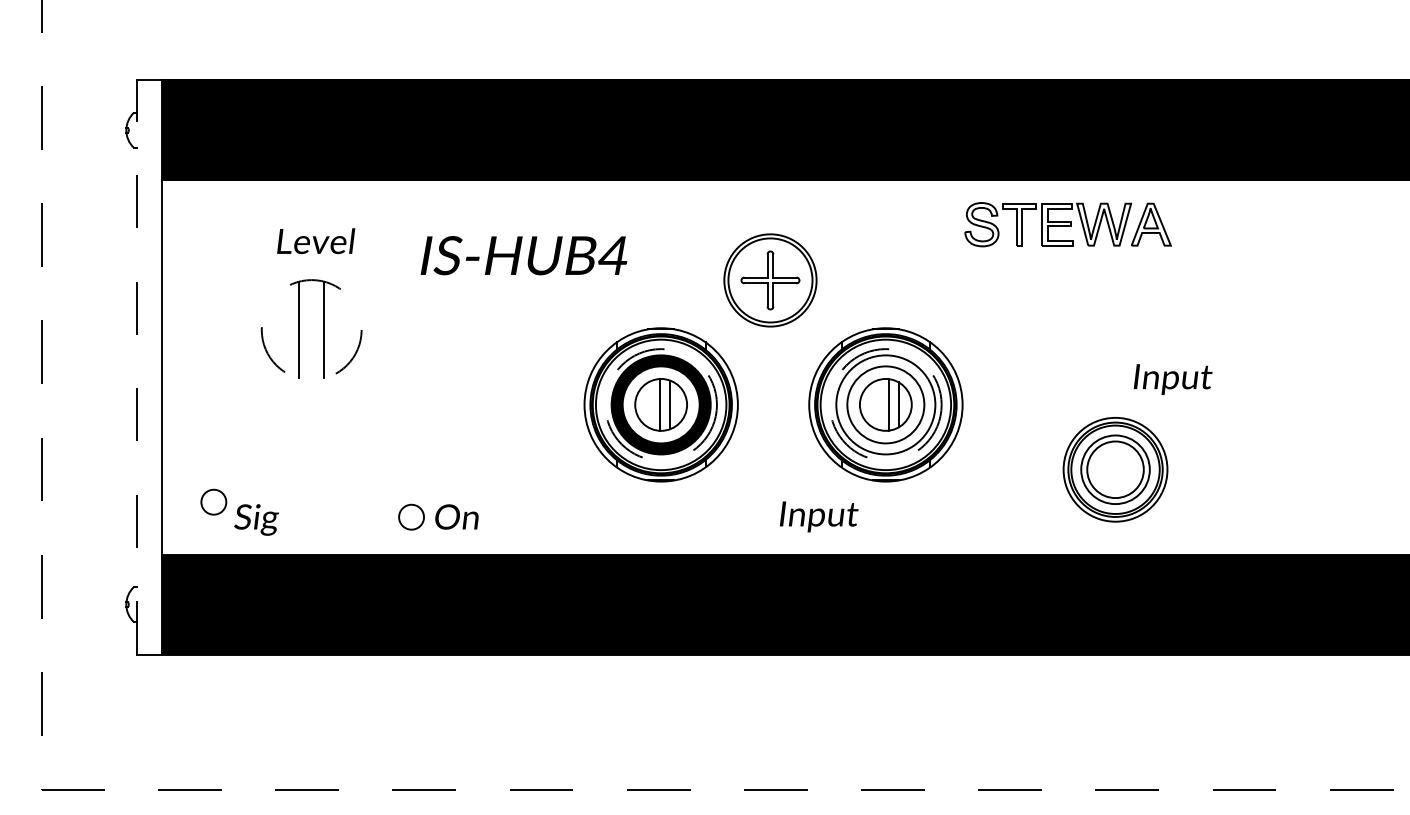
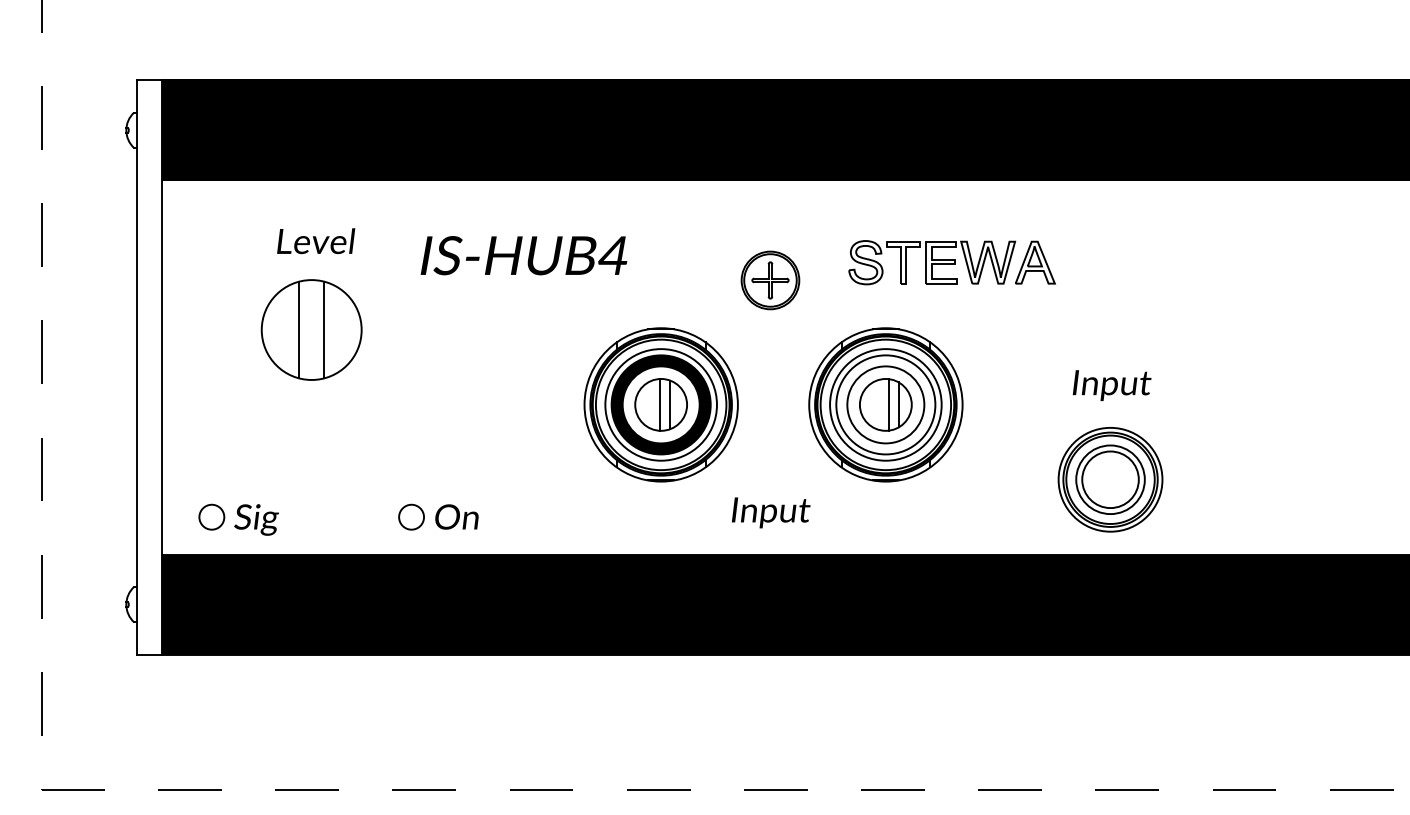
part at (1067, 224) position: (1067, 224) -> (951, 262)
part at (770, 280) size: 95x95 px -> 61x61 px
circle at (311, 329): dashed -> solid
line at (136, 366): dashed -> solid
text at (1172, 379) position: (1172, 379) -> (1111, 385)
circle at (660, 404): dashed -> solid
circle at (885, 404): dashed -> solid
part at (1115, 469) position: (1115, 469) -> (1110, 479)
circle at (213, 501) position: (213, 501) -> (211, 516)
text at (819, 516) position: (819, 516) -> (771, 512)
